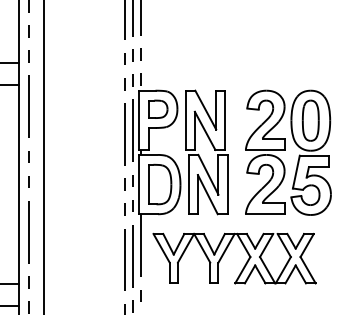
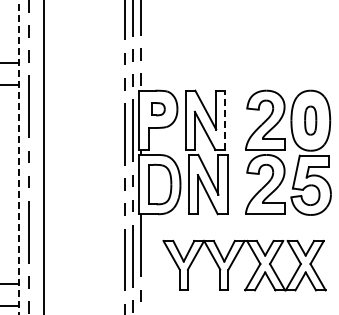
part at (158, 108) size: 21x20 px -> 15x15 px
line at (225, 120): solid -> dashed
part at (310, 120) size: 19x43 px -> 14x31 px
line at (19, 157): solid -> dashed
part at (224, 254) position: (224, 254) -> (234, 261)
